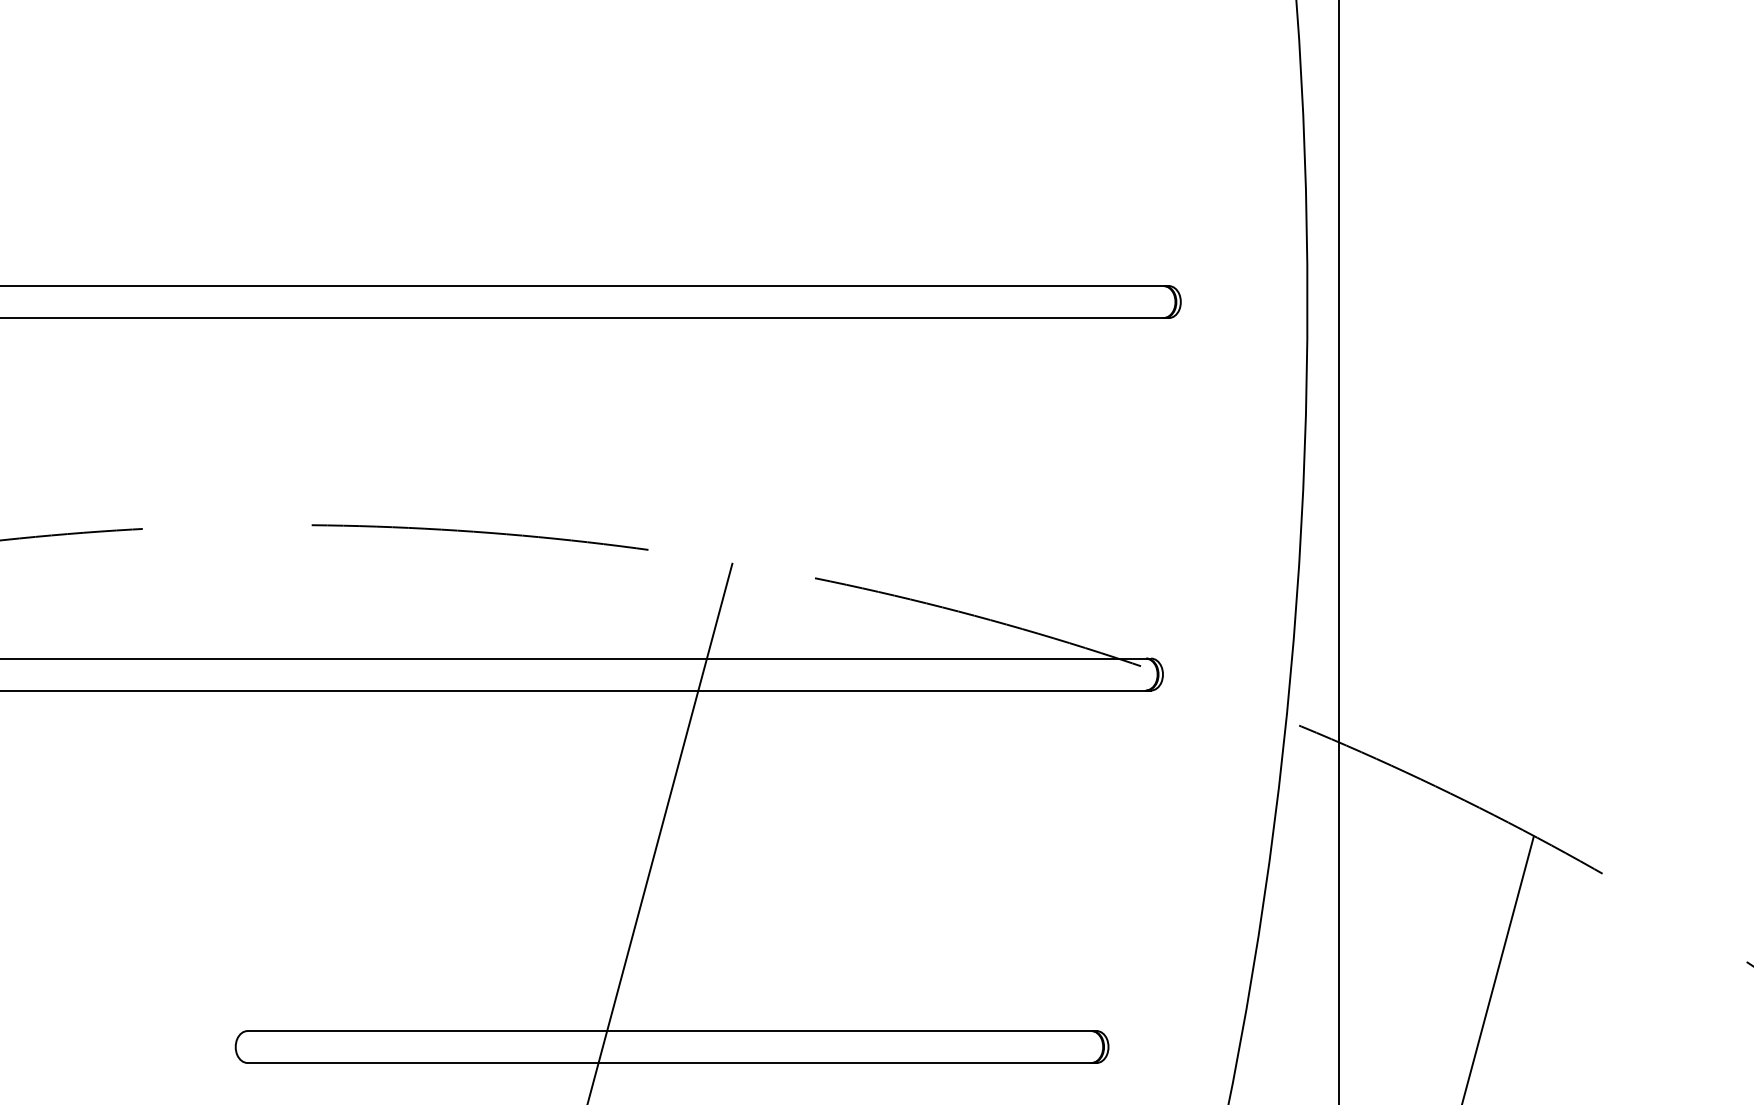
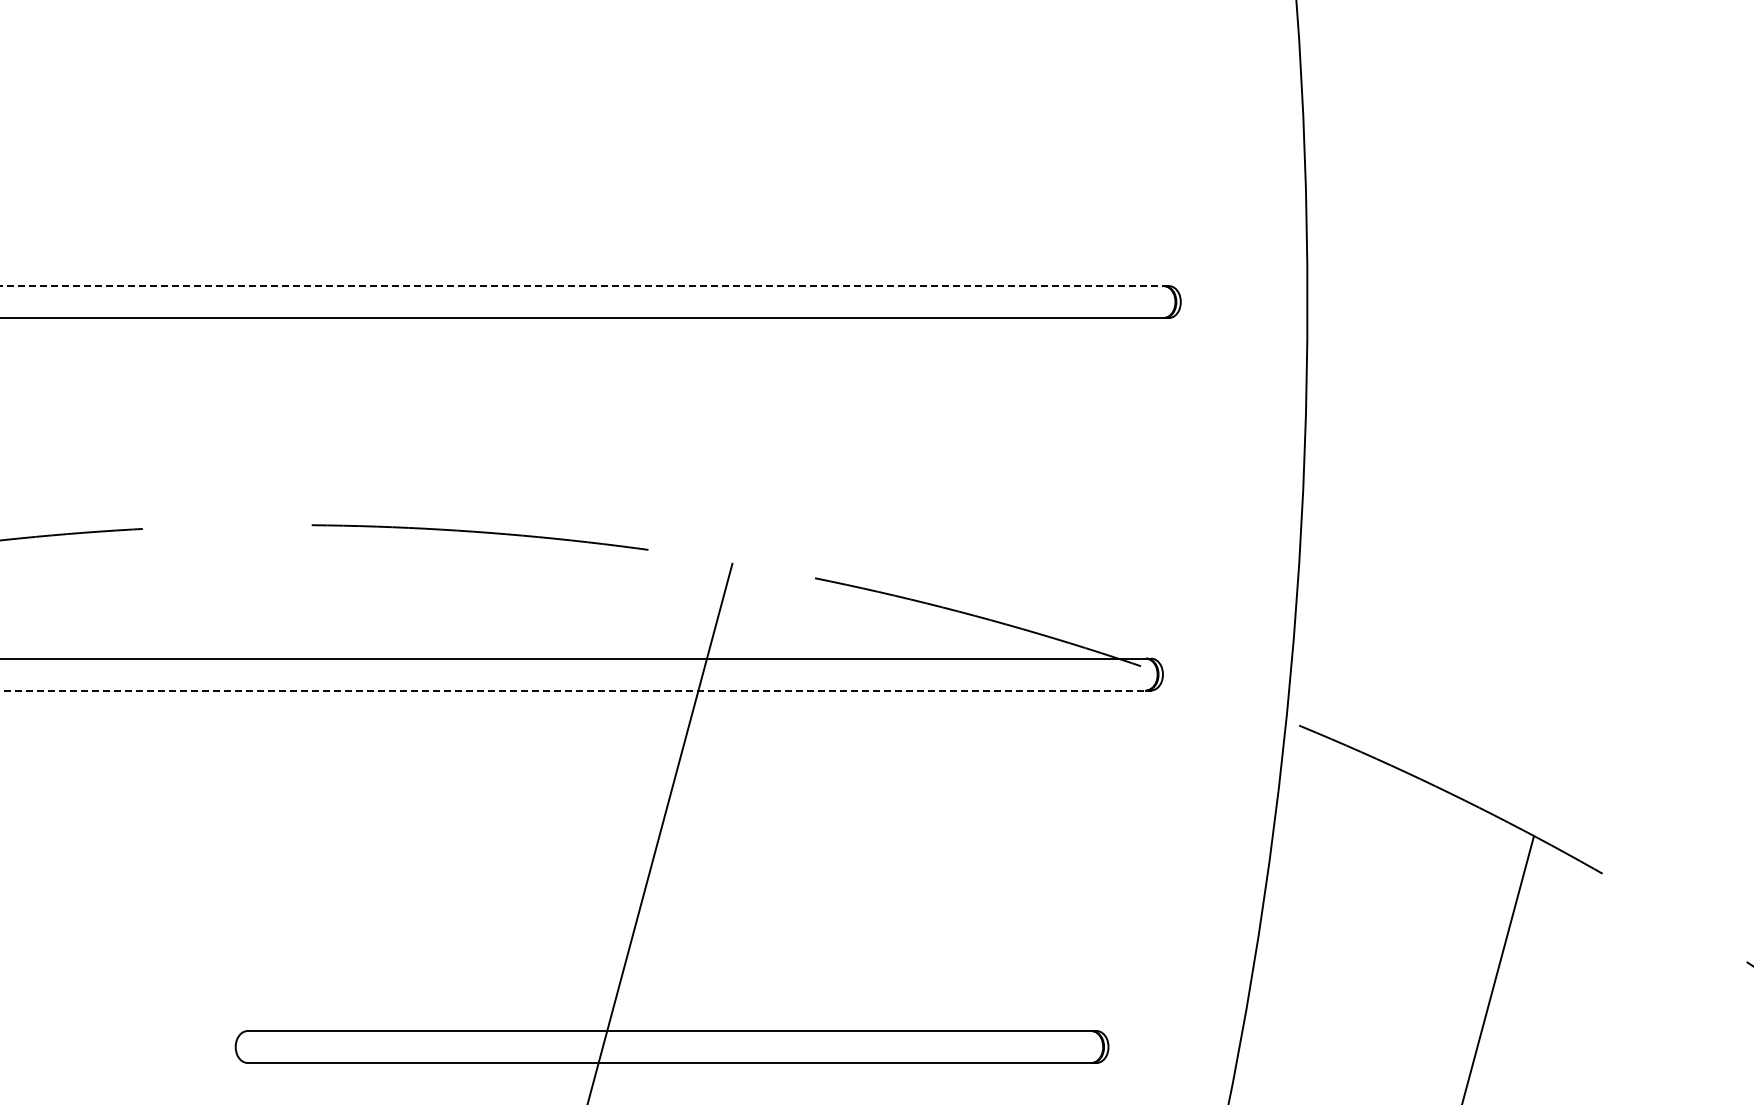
line at (584, 286): solid -> dashed
line at (1339, 551): present -> none
line at (576, 690): solid -> dashed
